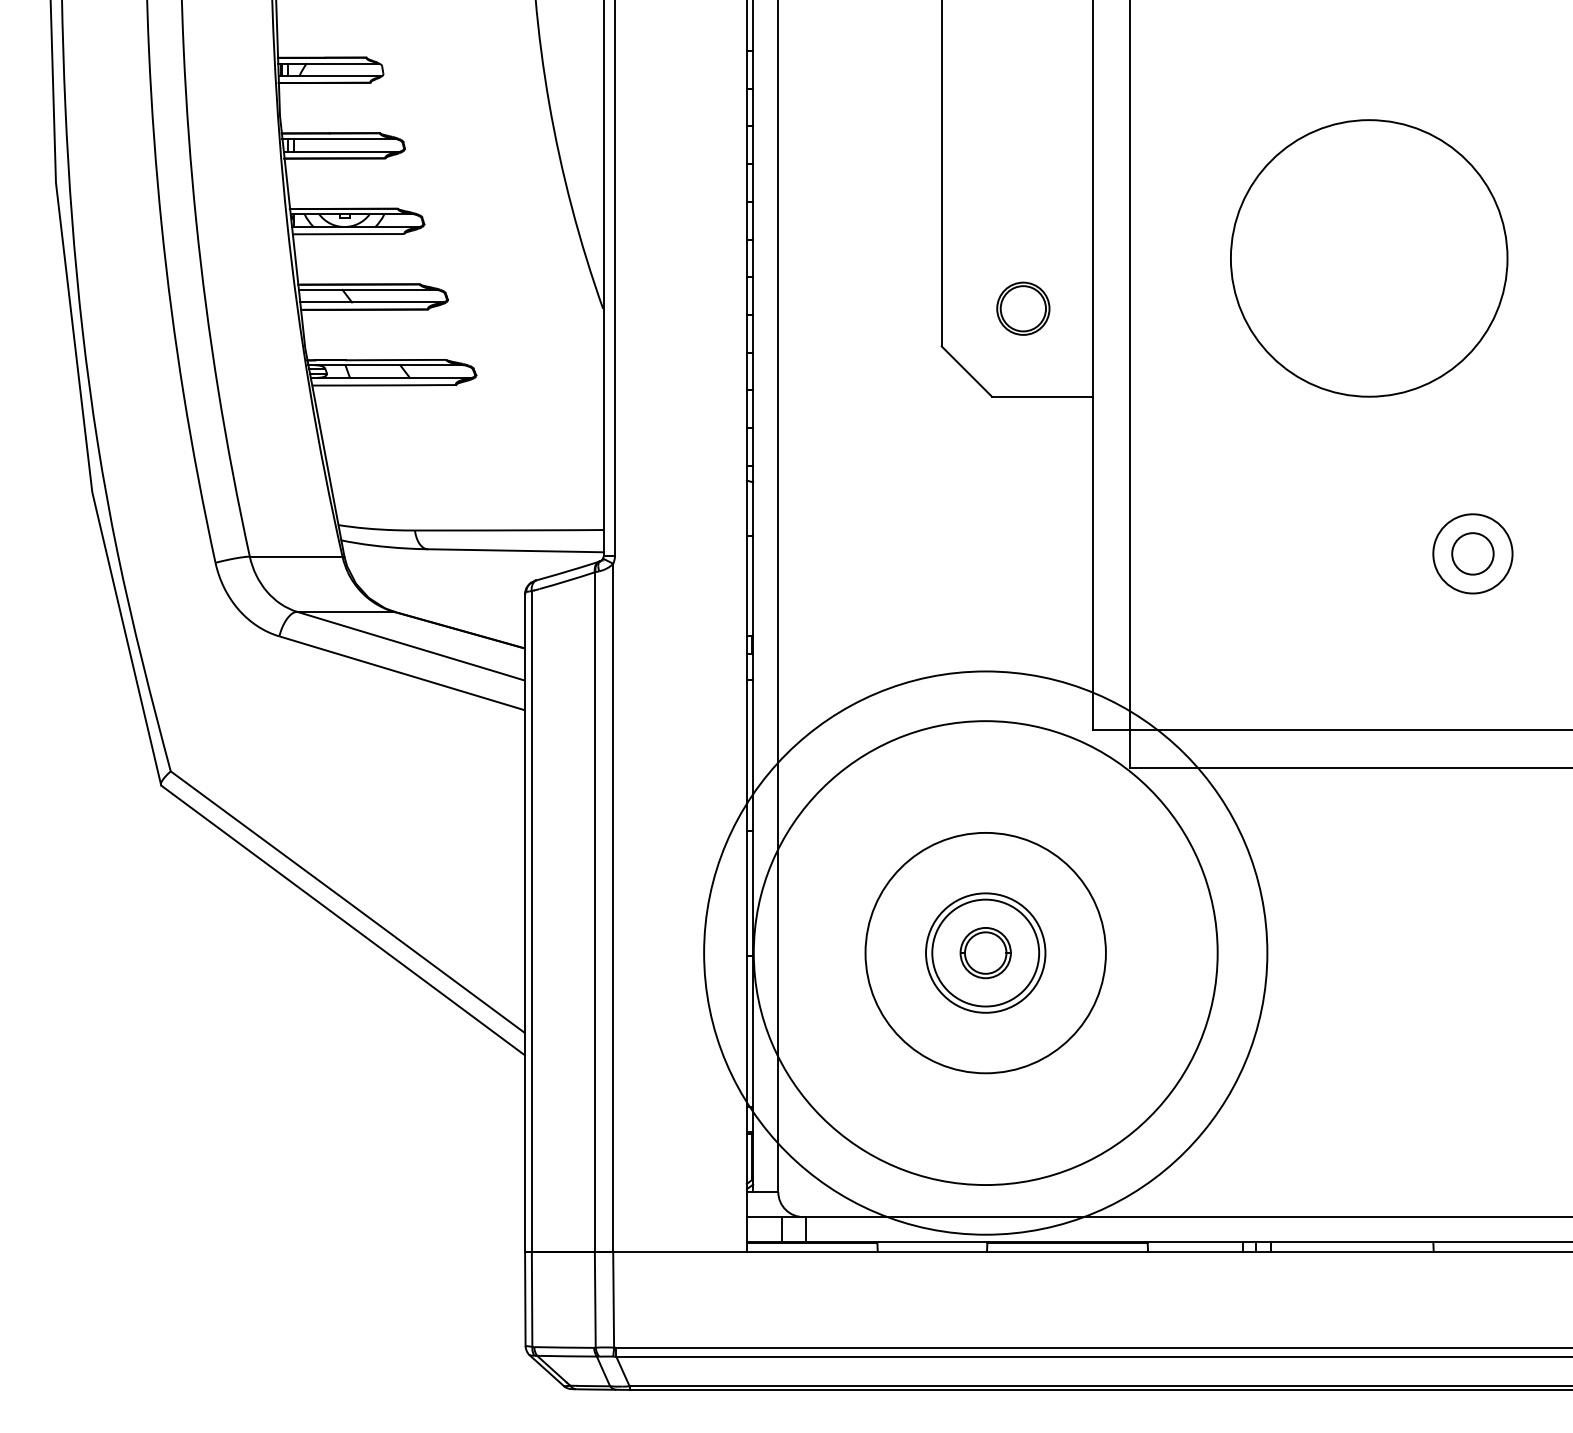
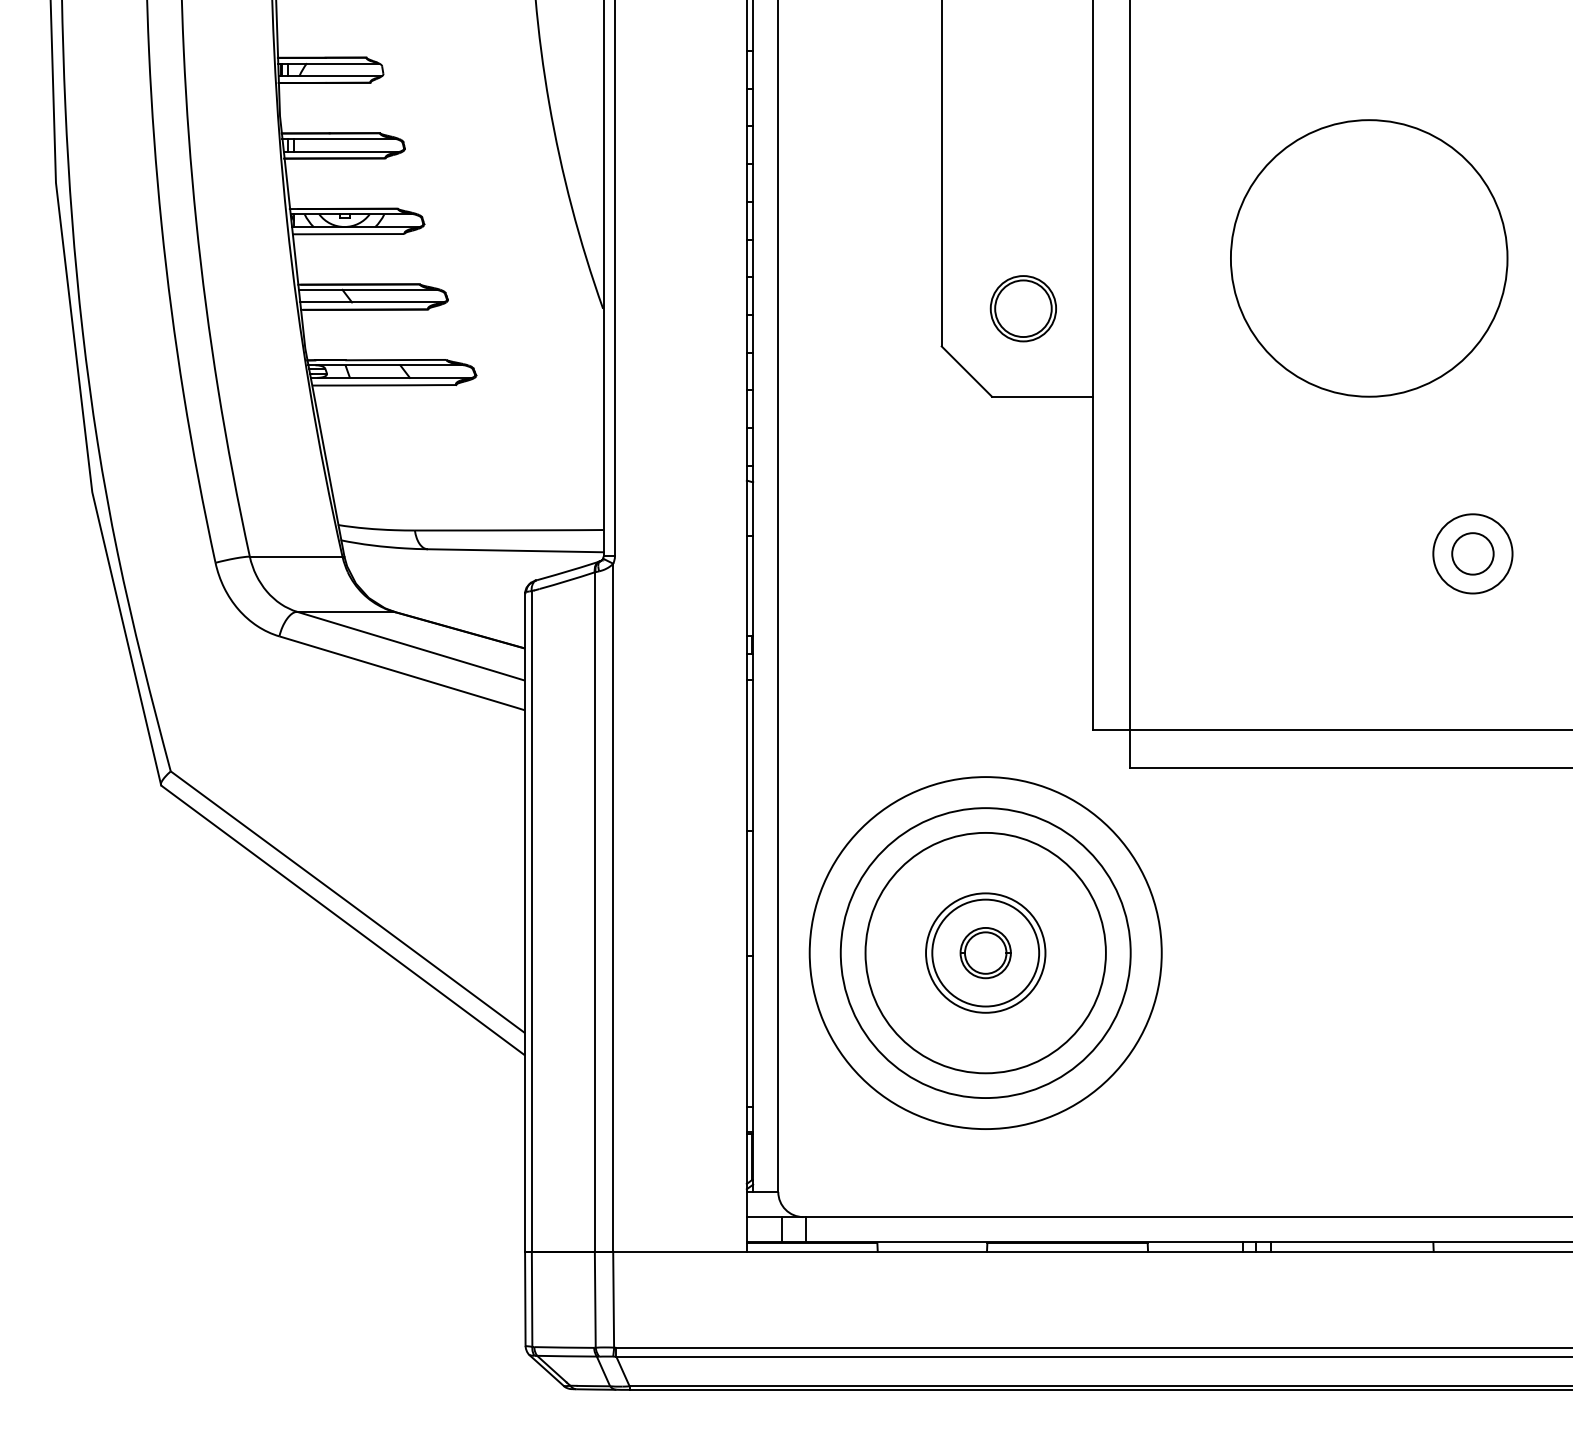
part at (1023, 308) size: 55x55 px -> 68x68 px
circle at (985, 952) diameter: 563 px -> 352 px
circle at (985, 953) diameter: 464 px -> 290 px
